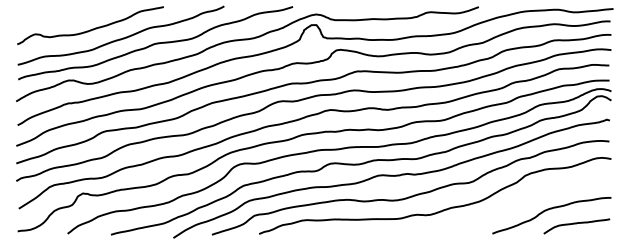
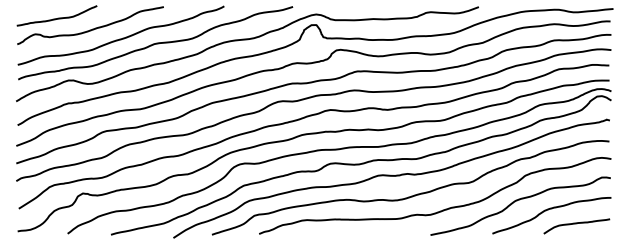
curve at (58, 17): none -> present
curve at (517, 201): none -> present
